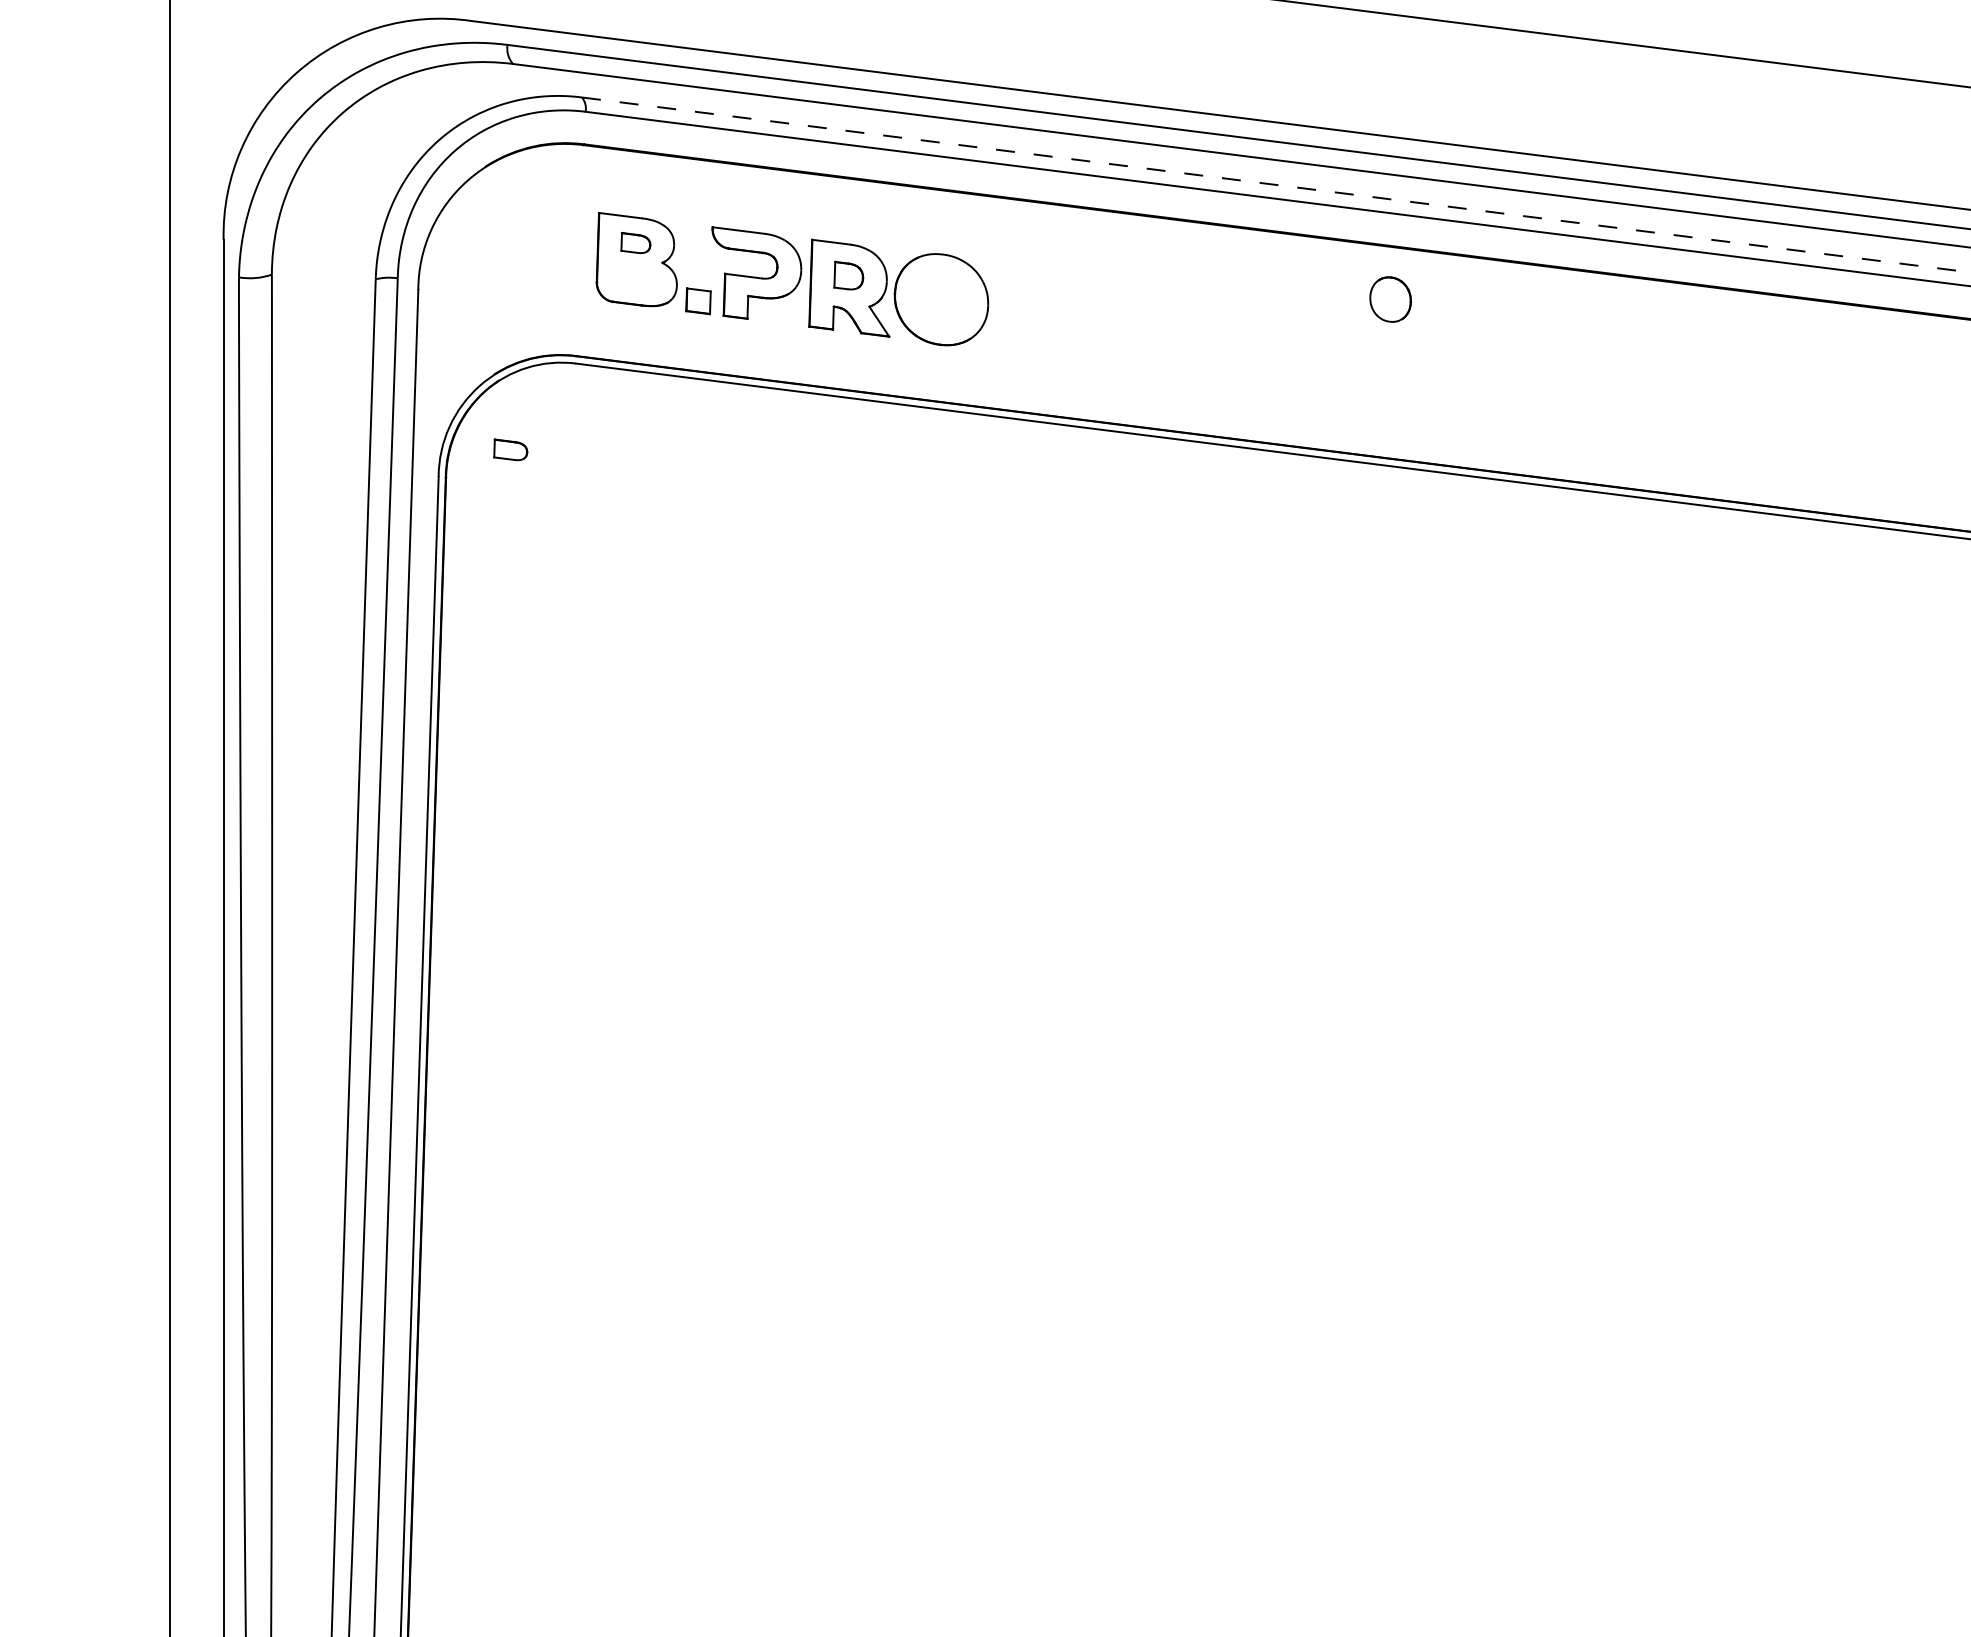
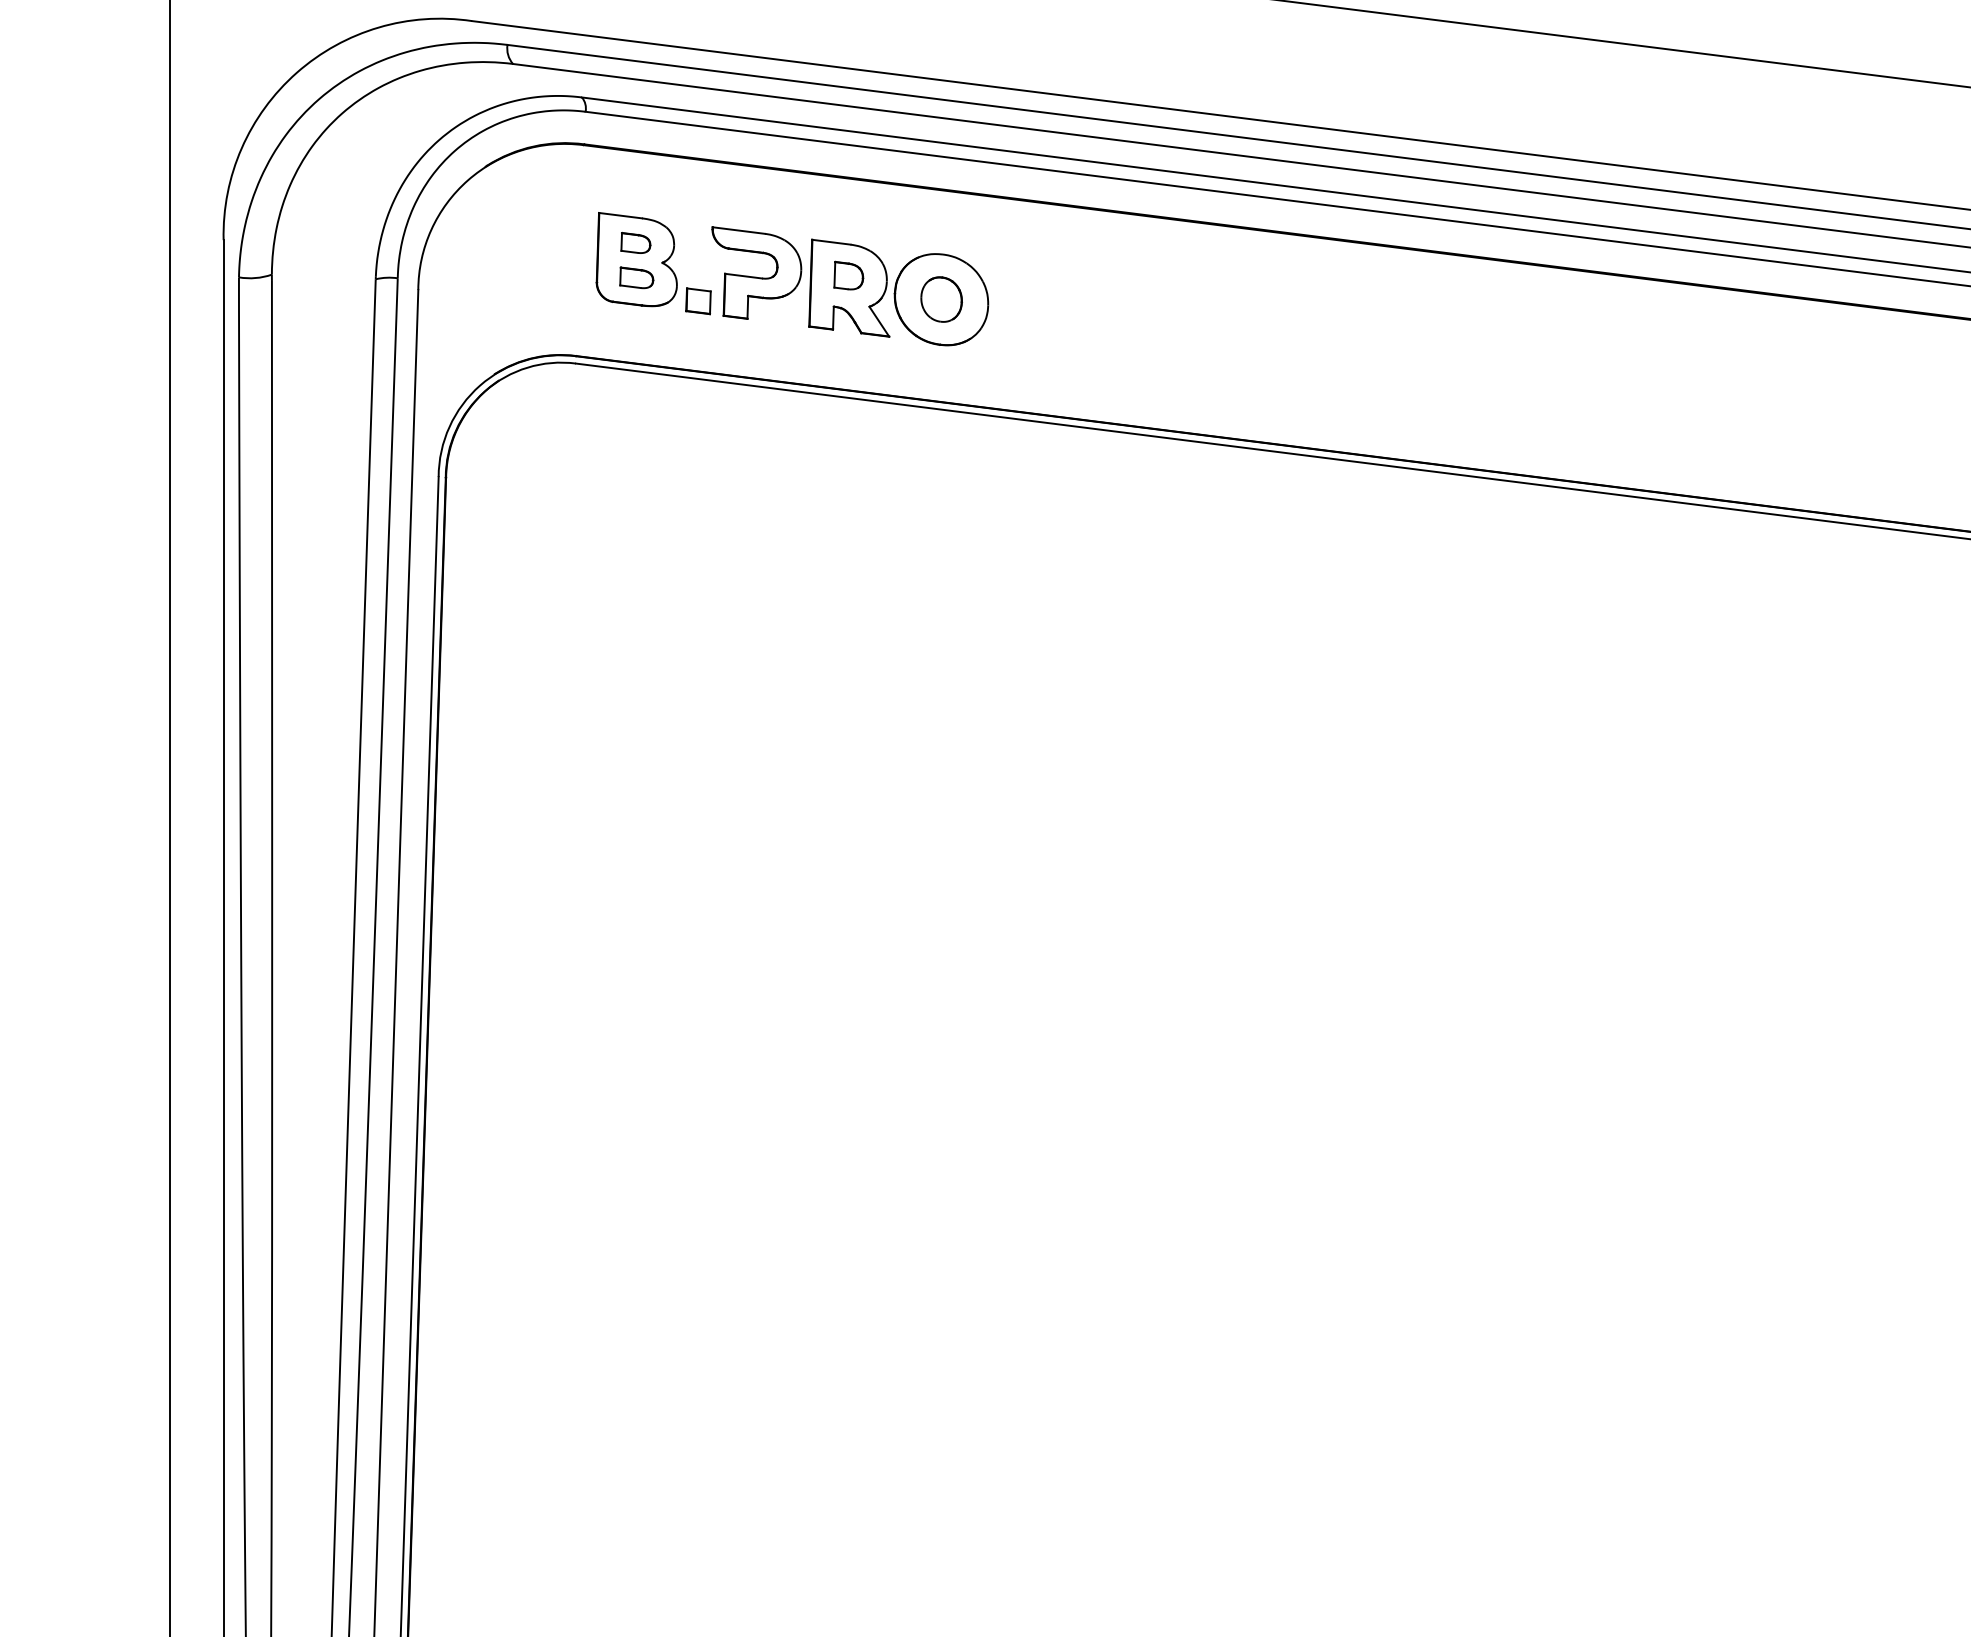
line at (1276, 184): dashed -> solid
part at (1390, 299) position: (1390, 299) -> (941, 299)
part at (510, 449) position: (510, 449) -> (636, 277)
